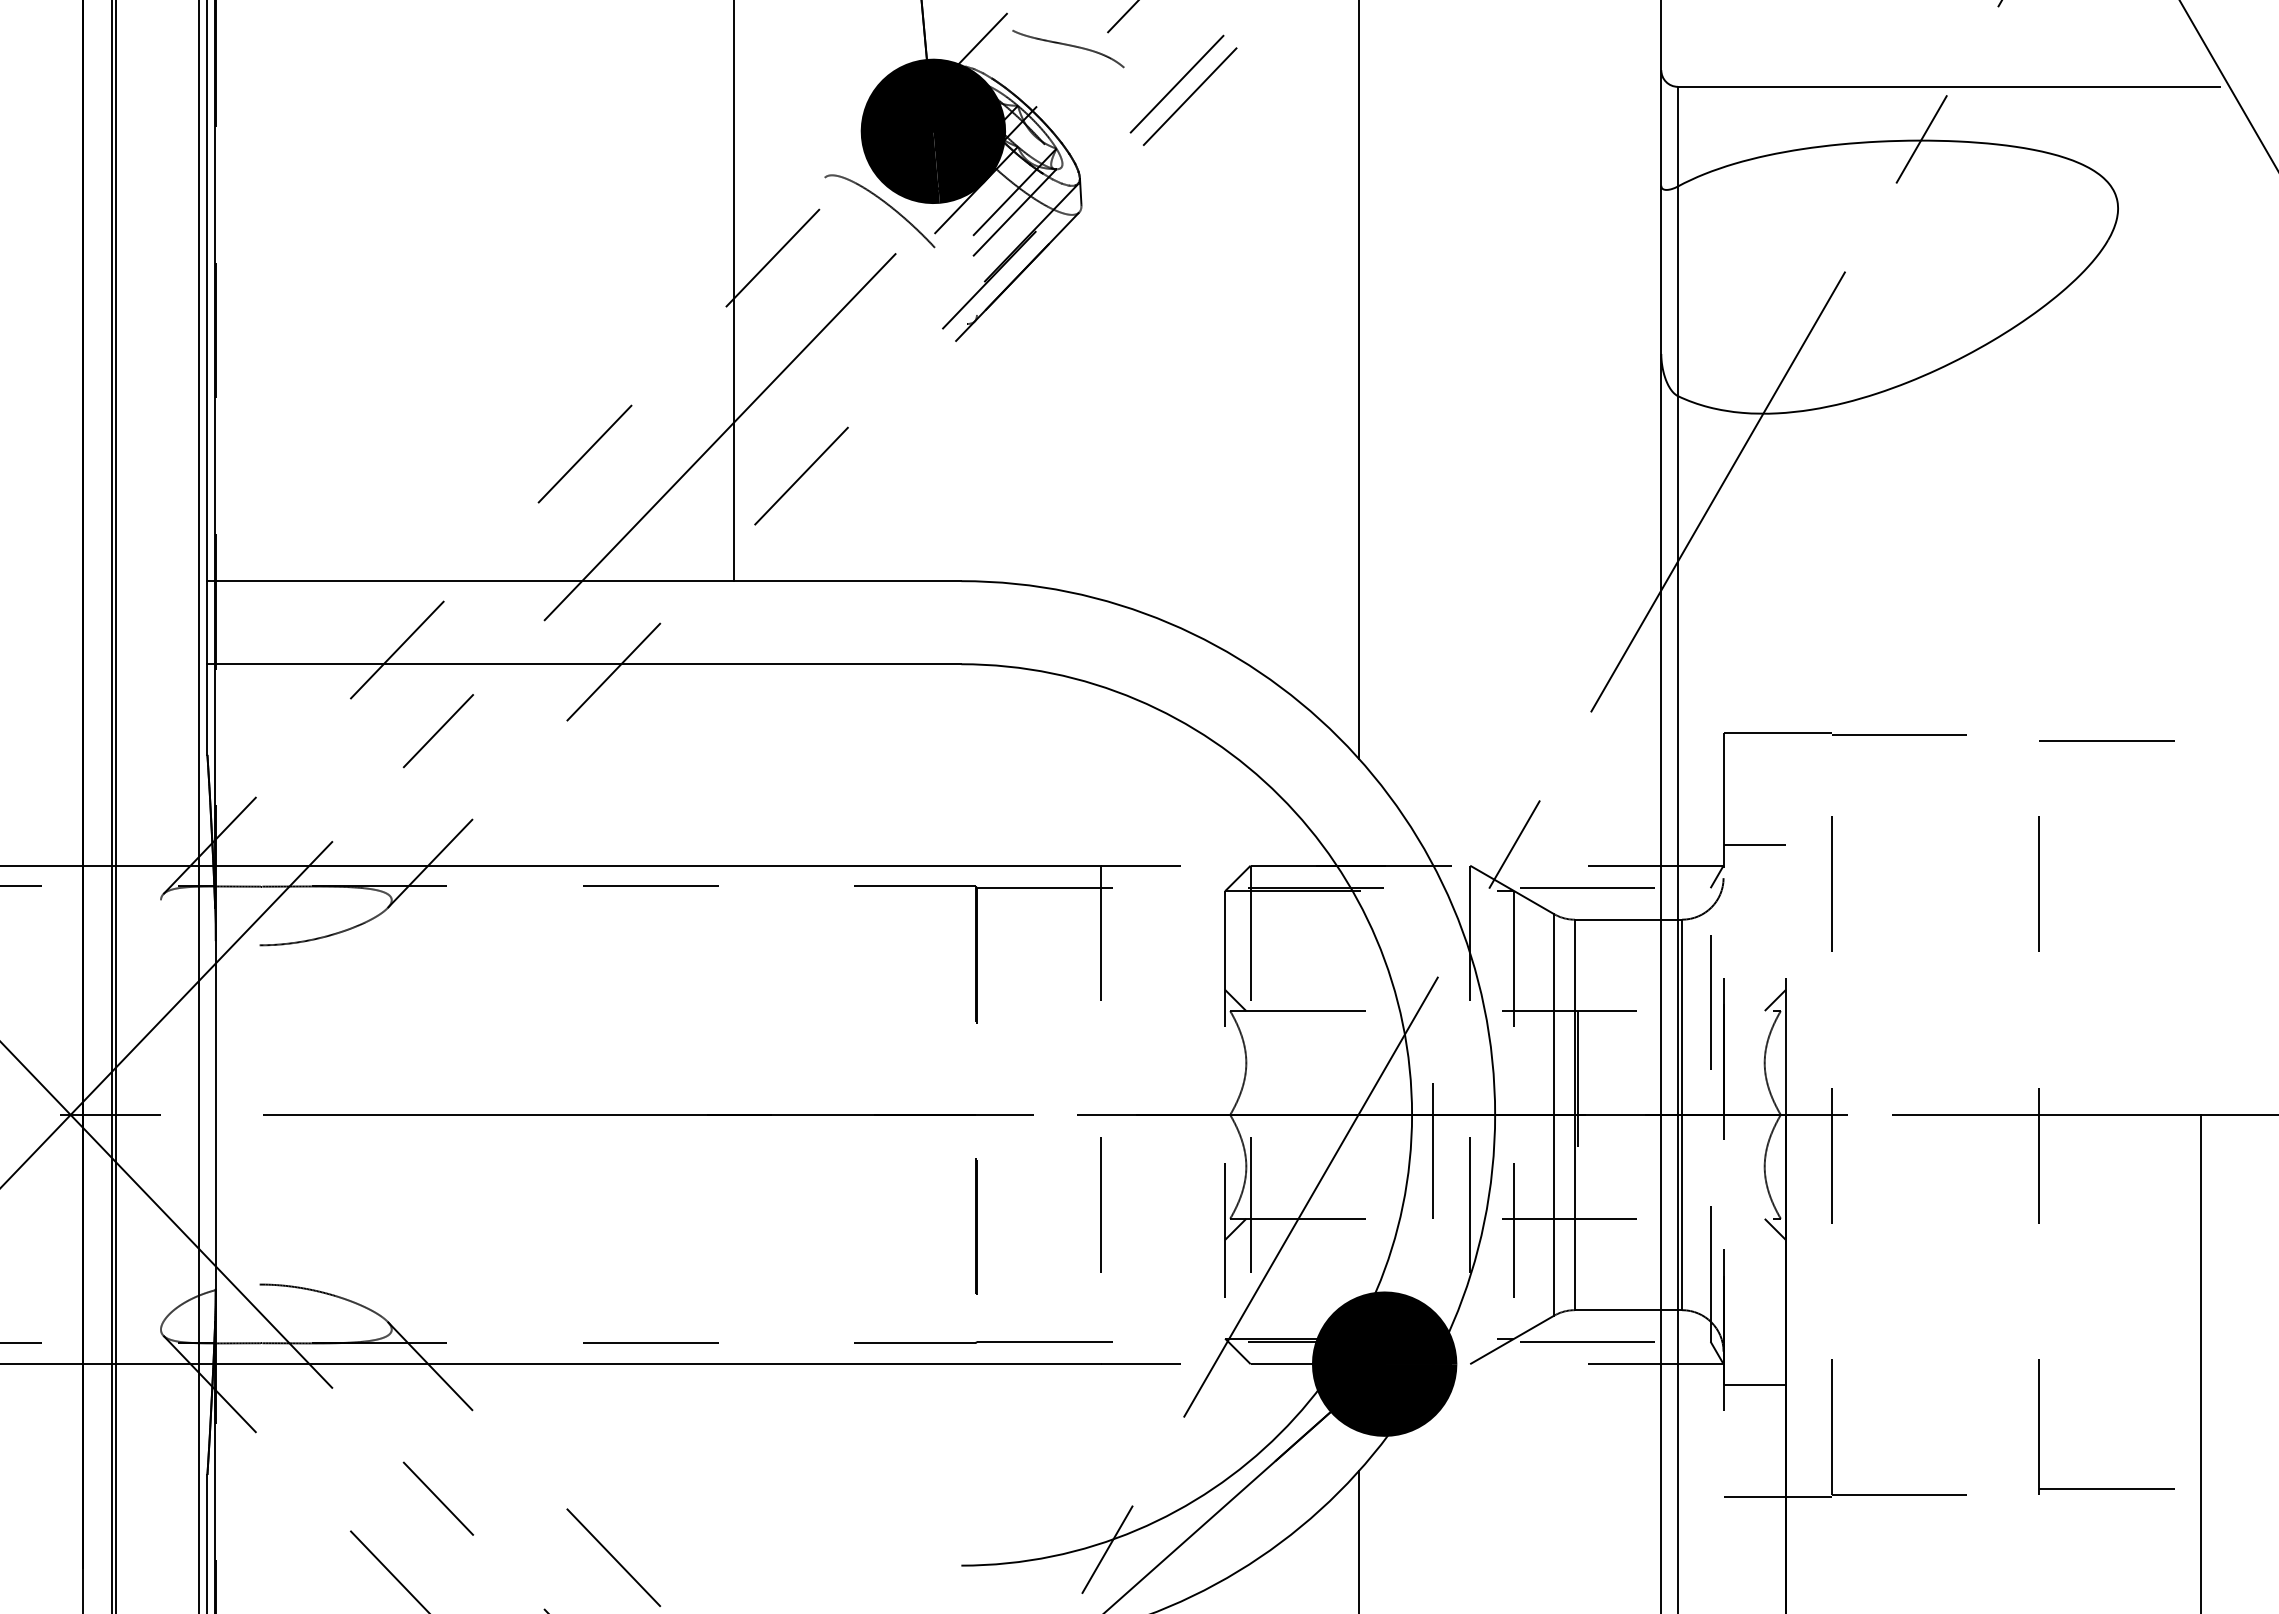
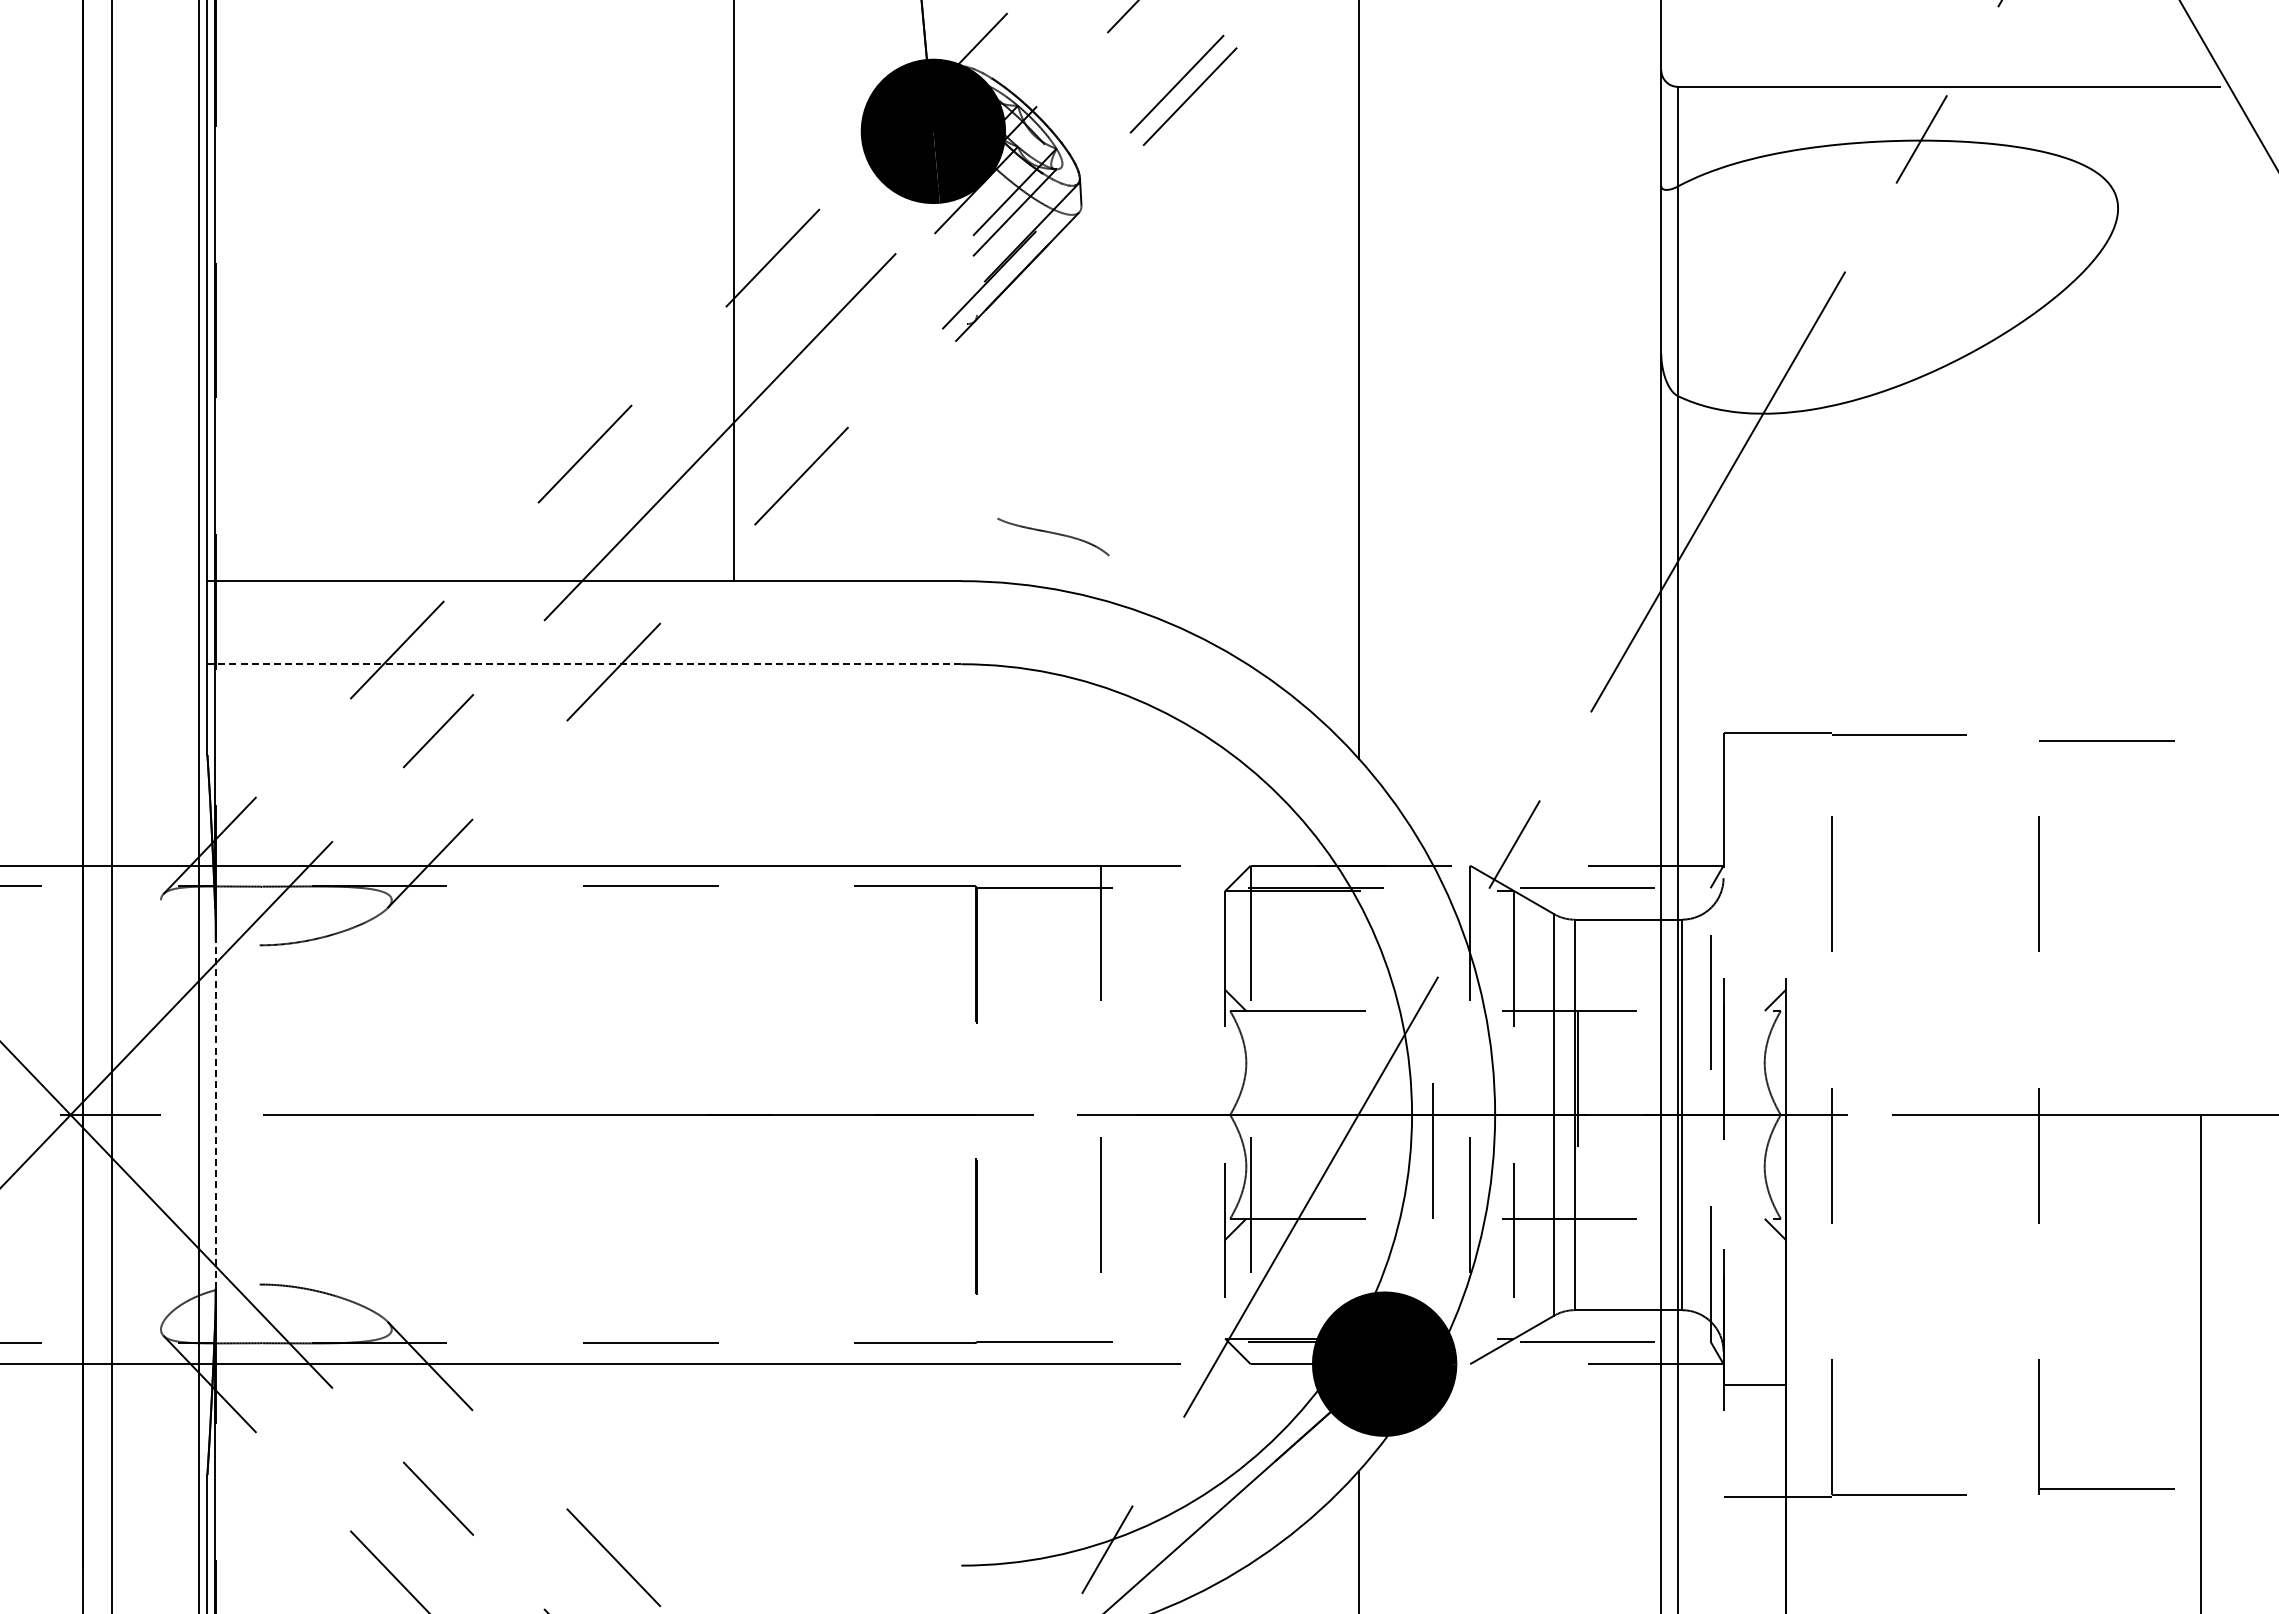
curve at (1069, 46) position: (1069, 46) -> (1054, 534)
curve at (884, 203): present -> none
line at (584, 664): solid -> dashed
line at (116, 806): present -> none
line at (1754, 844): present -> none
line at (215, 1114): solid -> dashed
